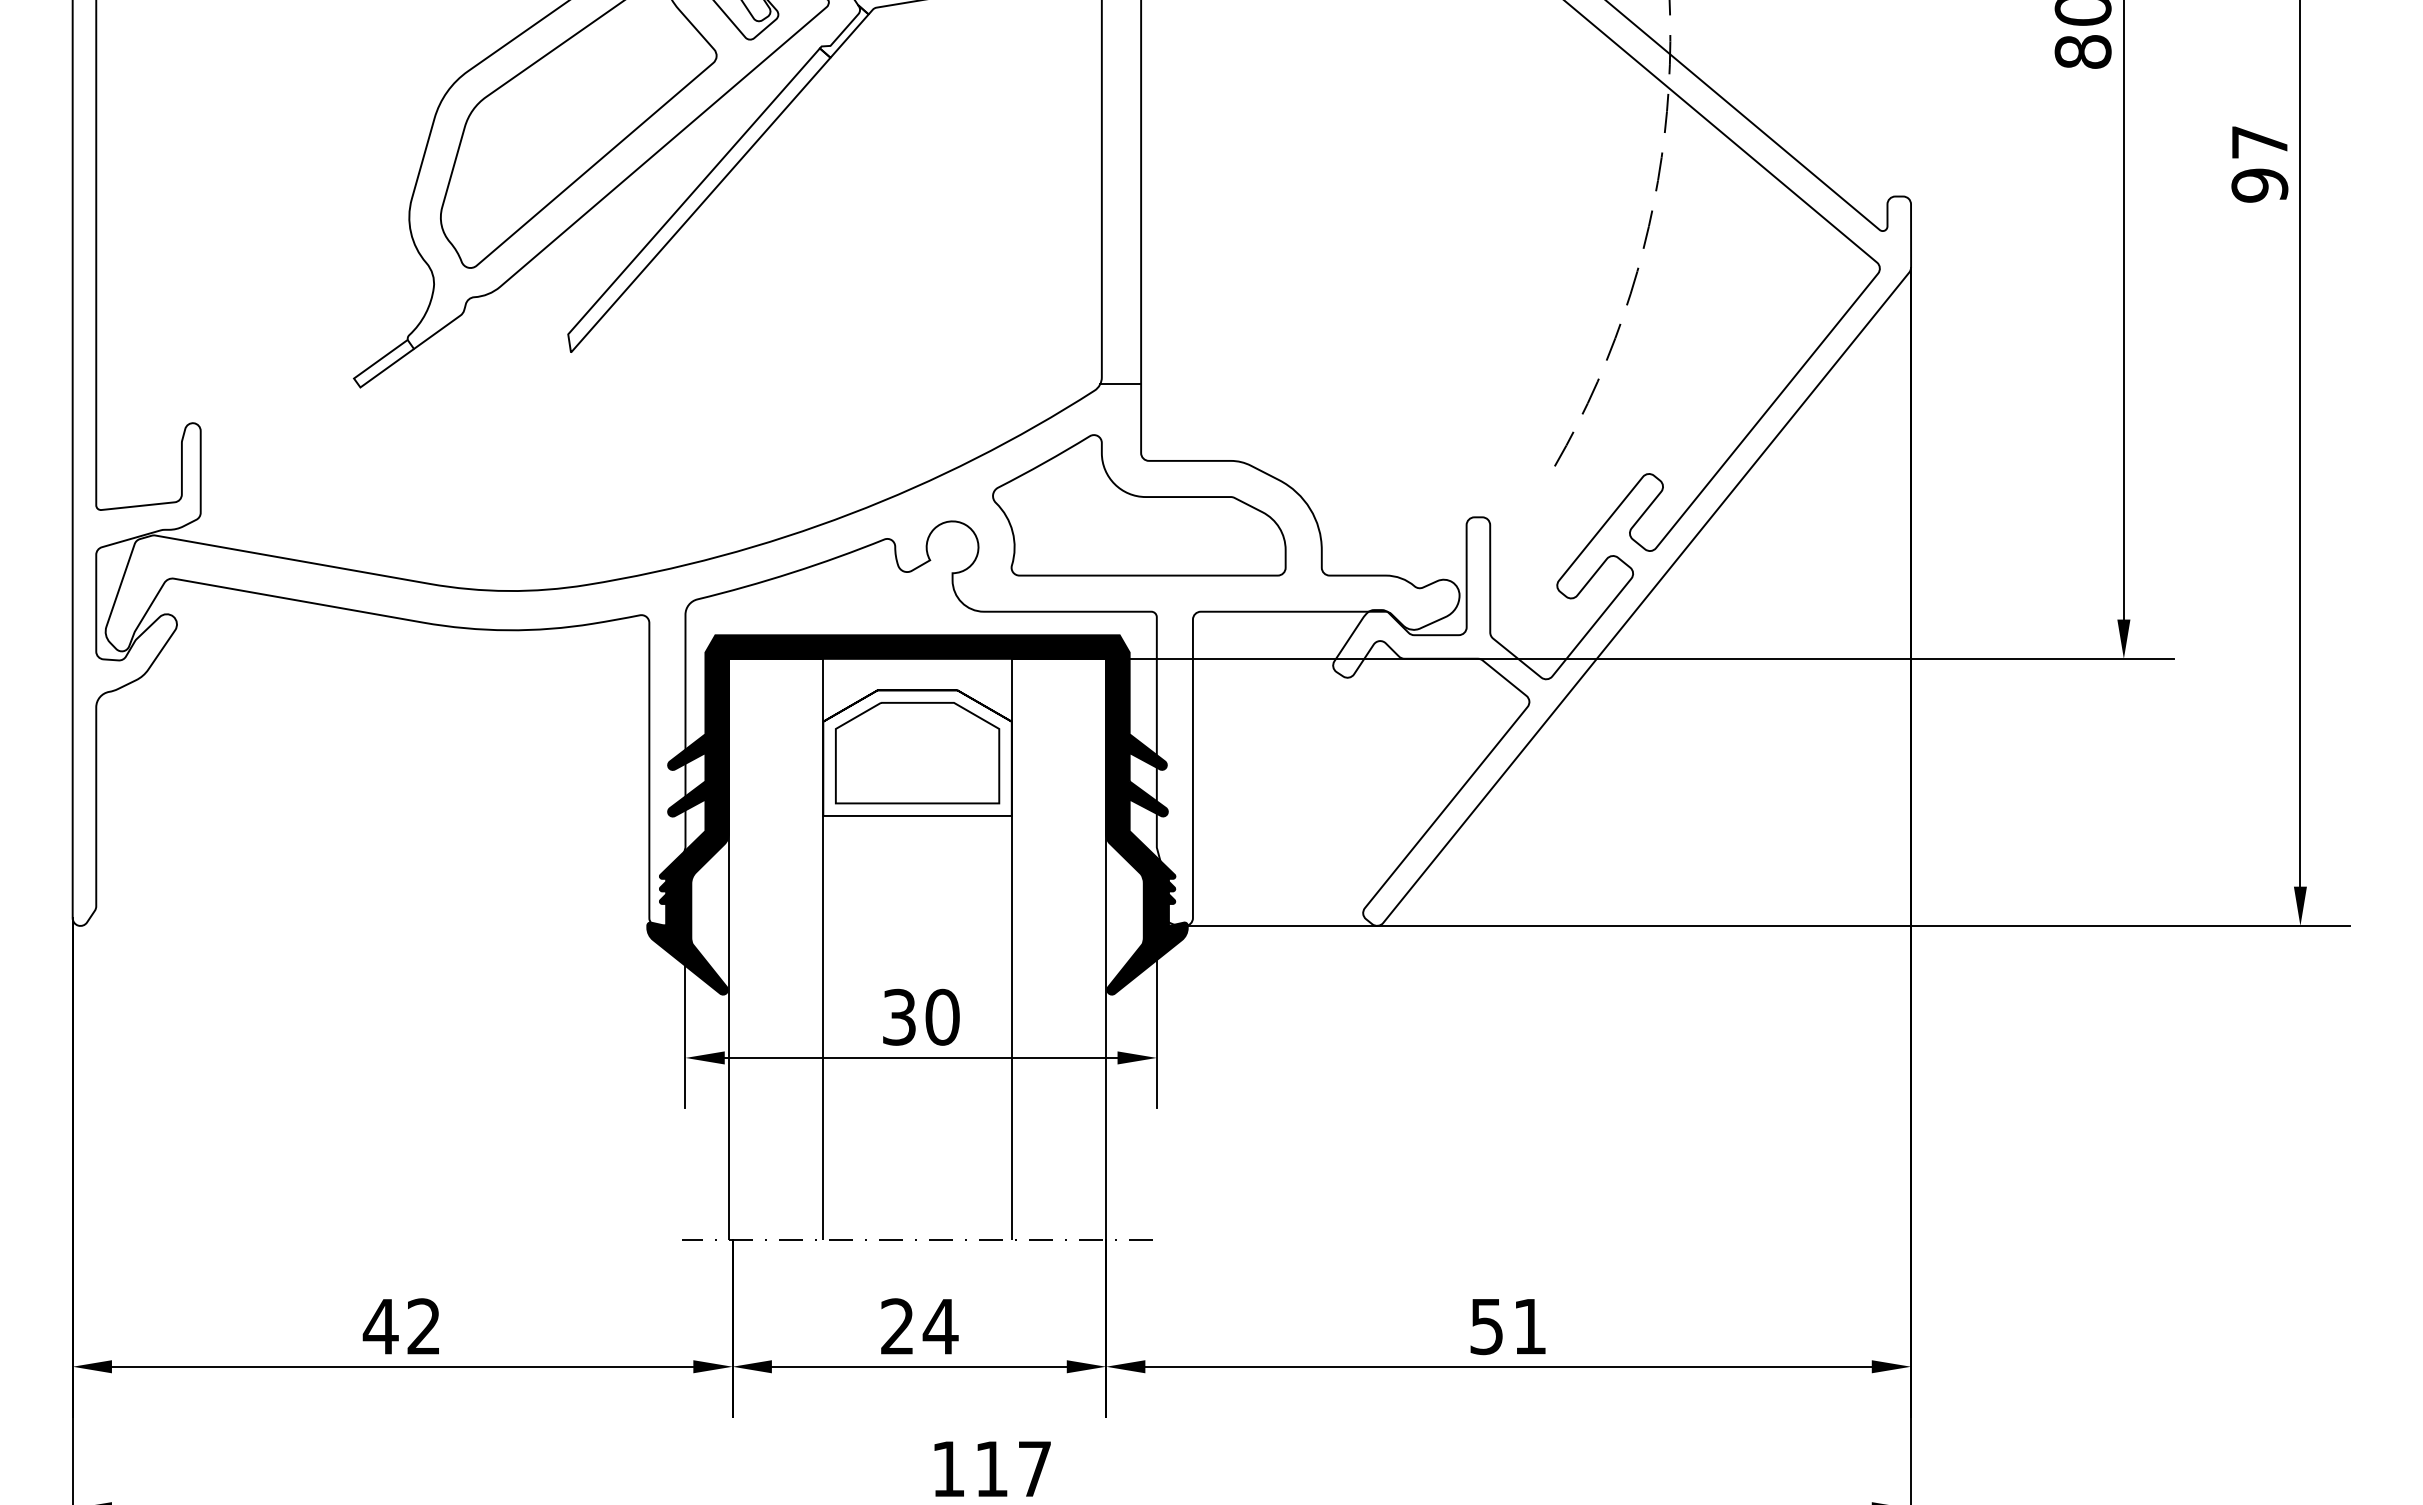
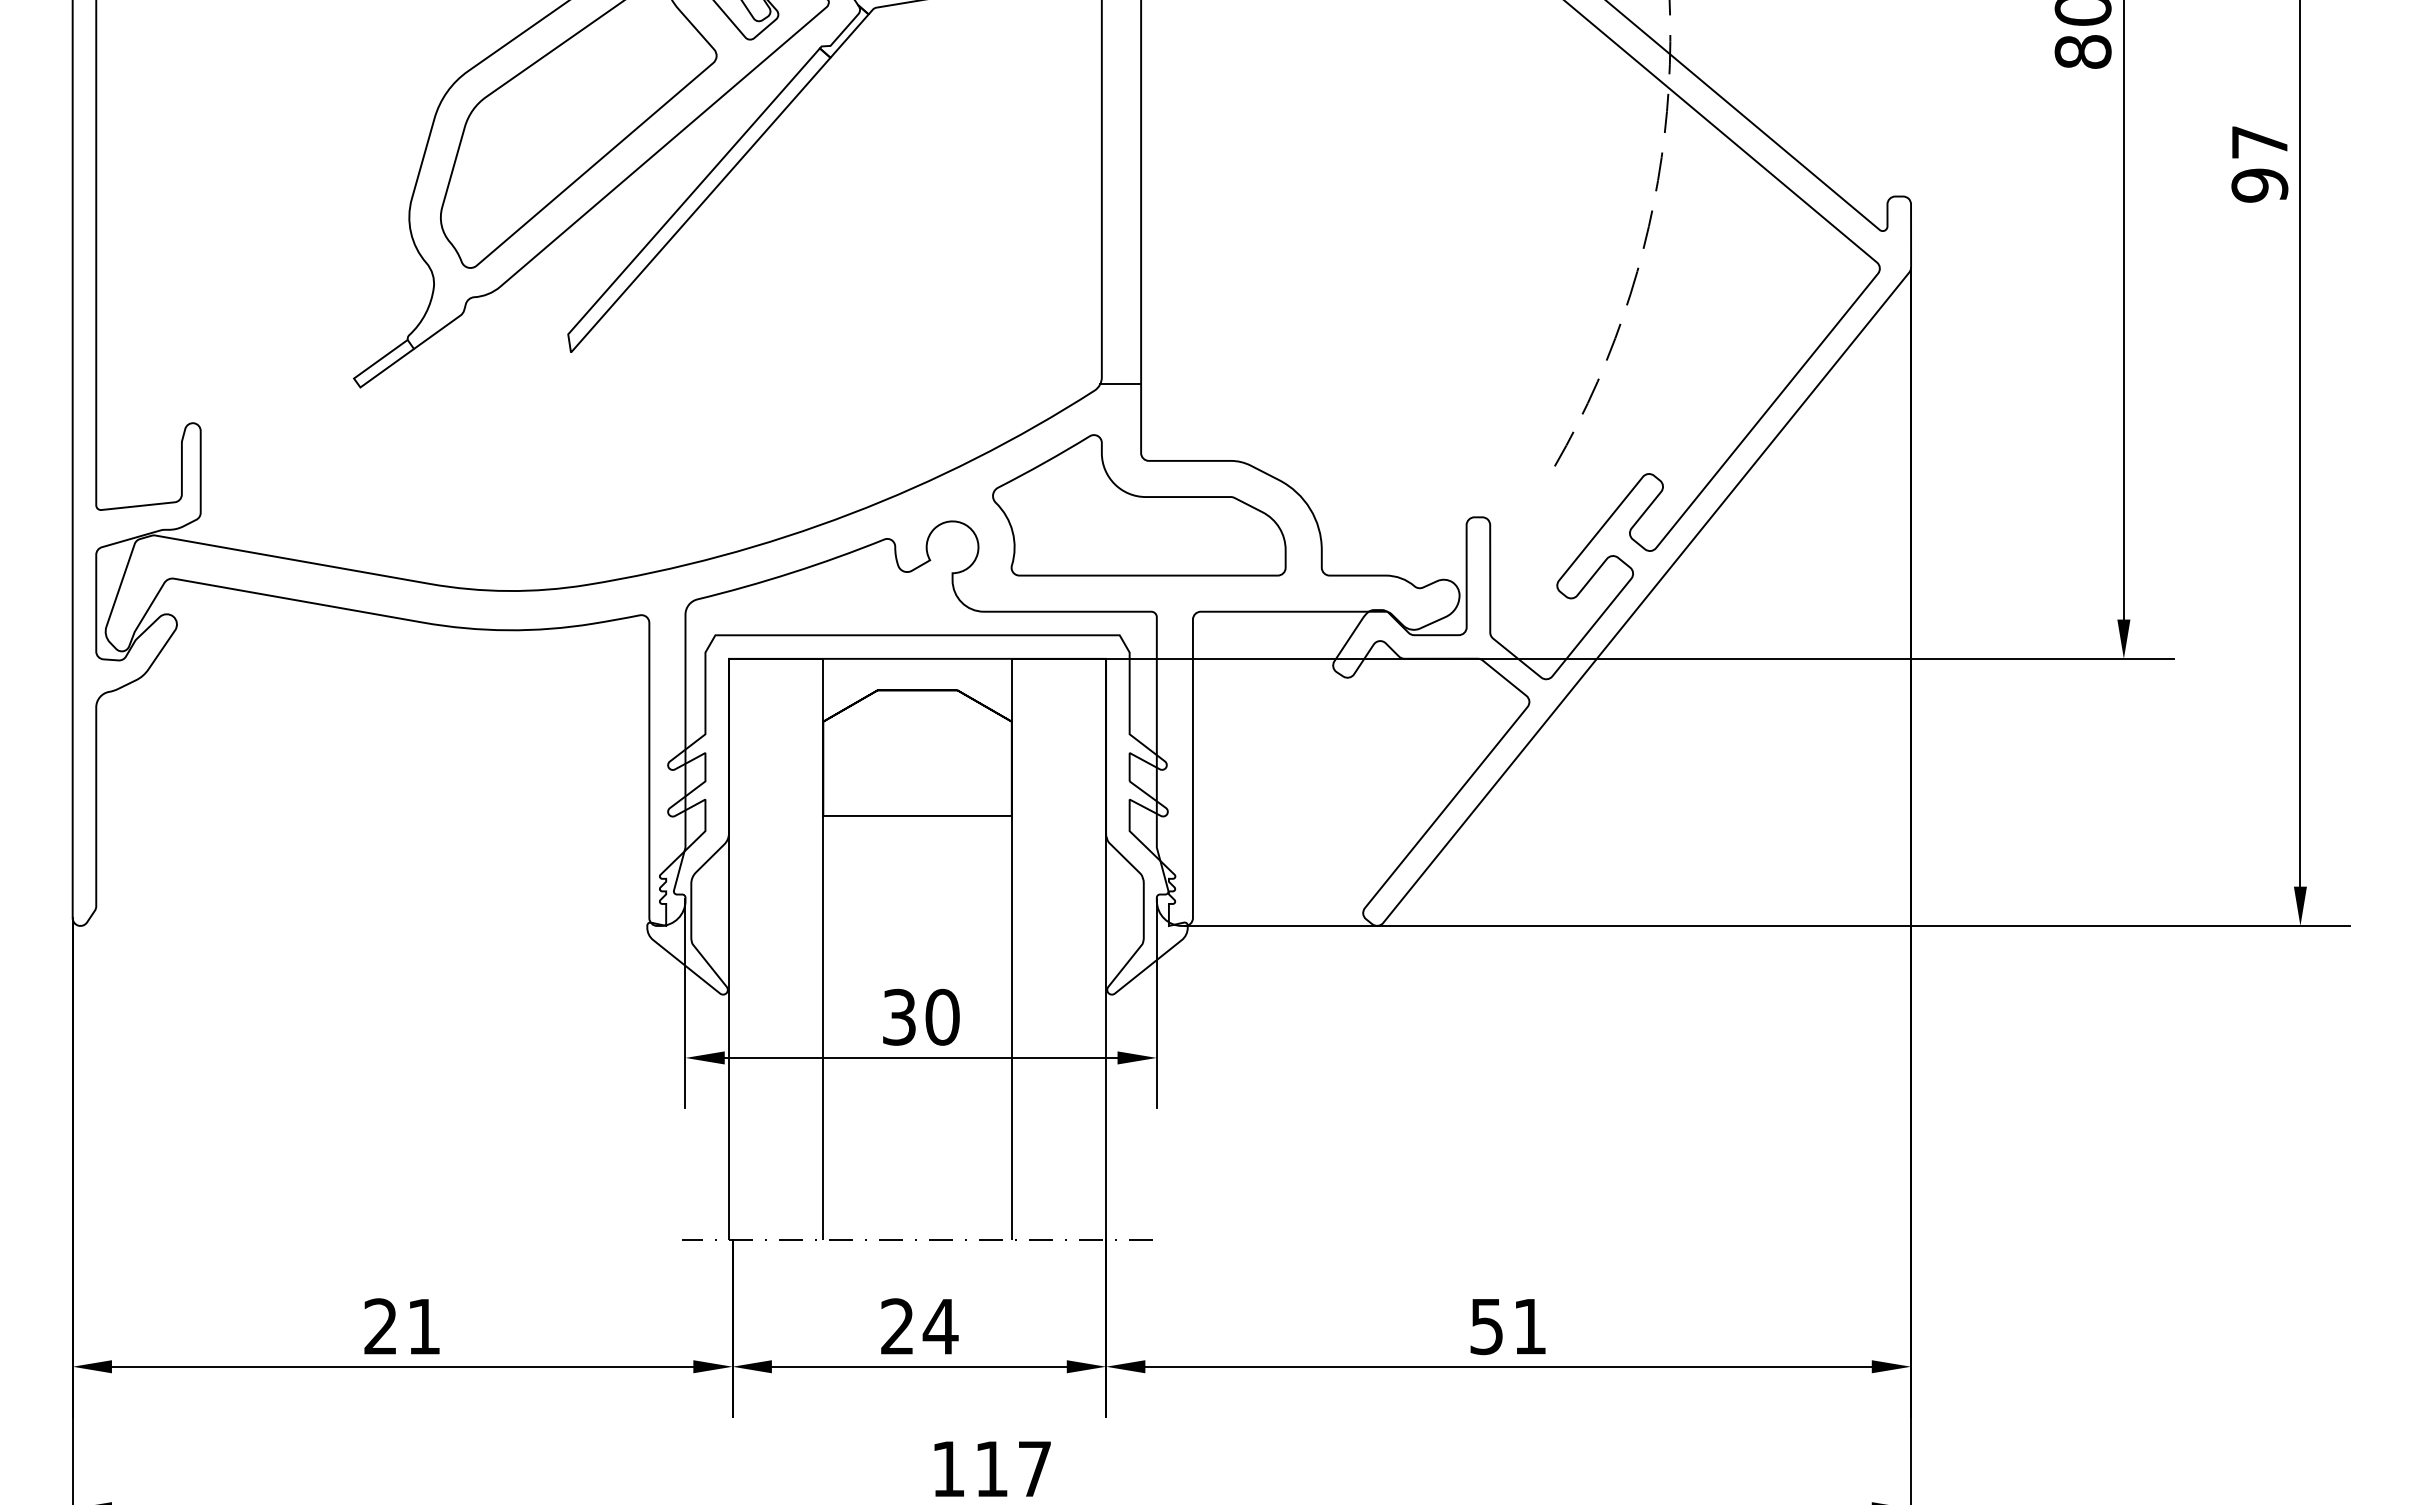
part at (917, 753): present -> none
fill at (917, 814): present -> none
text at (400, 1326): 42 -> 21
